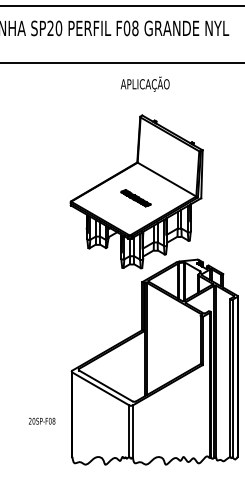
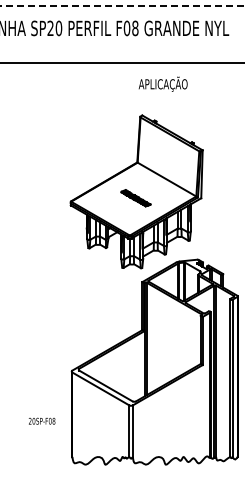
line at (122, 5): solid -> dashed
text at (144, 83) position: (144, 83) -> (162, 83)
